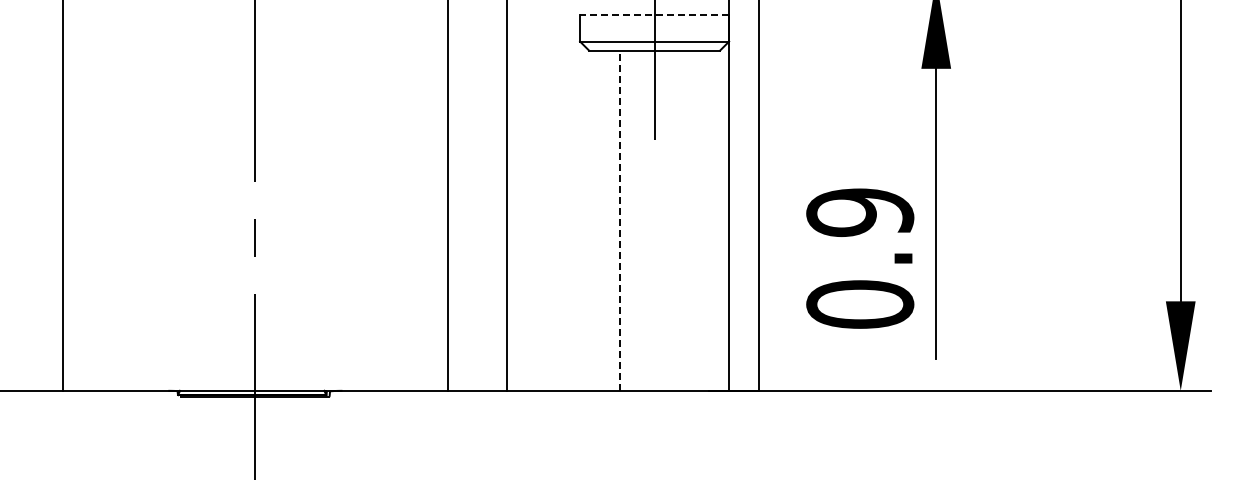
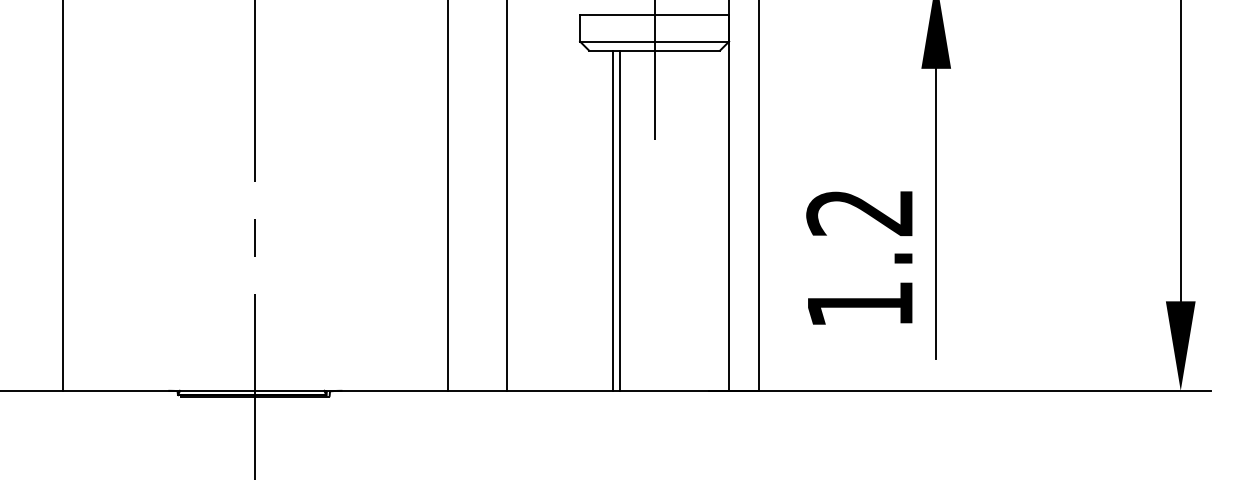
line at (654, 14): dashed -> solid
line at (613, 220): none -> present
line at (620, 220): dashed -> solid
text at (860, 258): 0.9 -> 1.2
